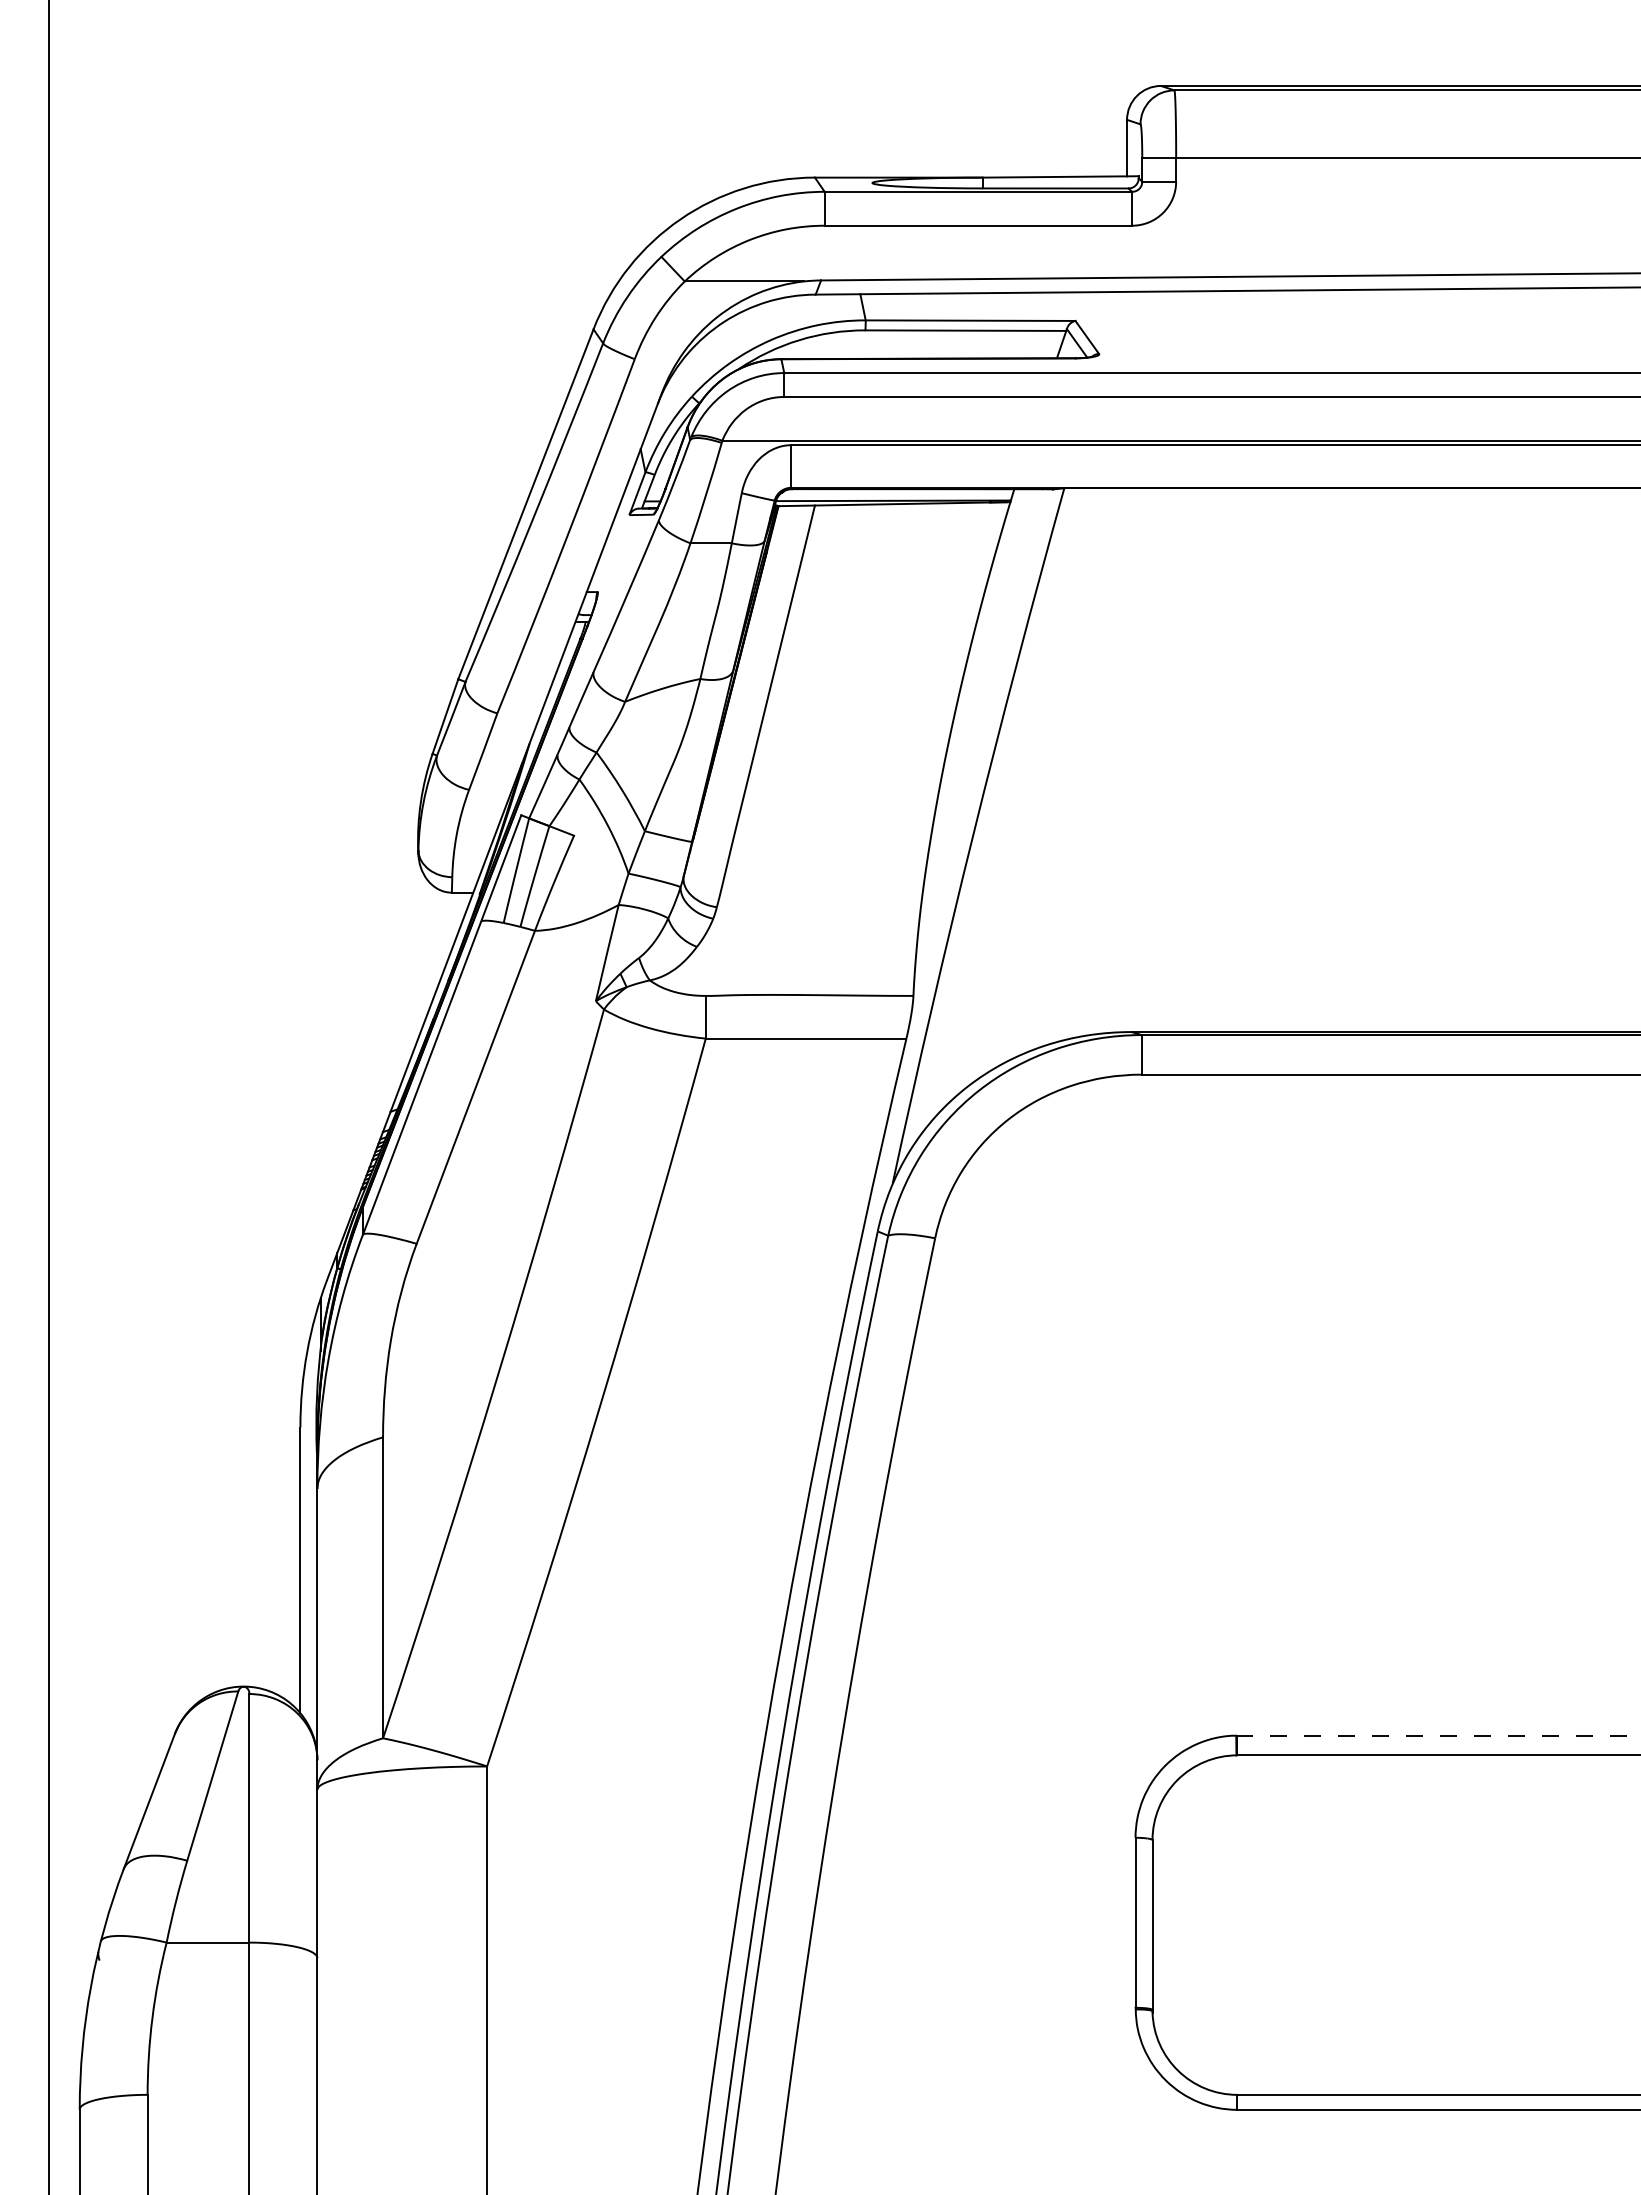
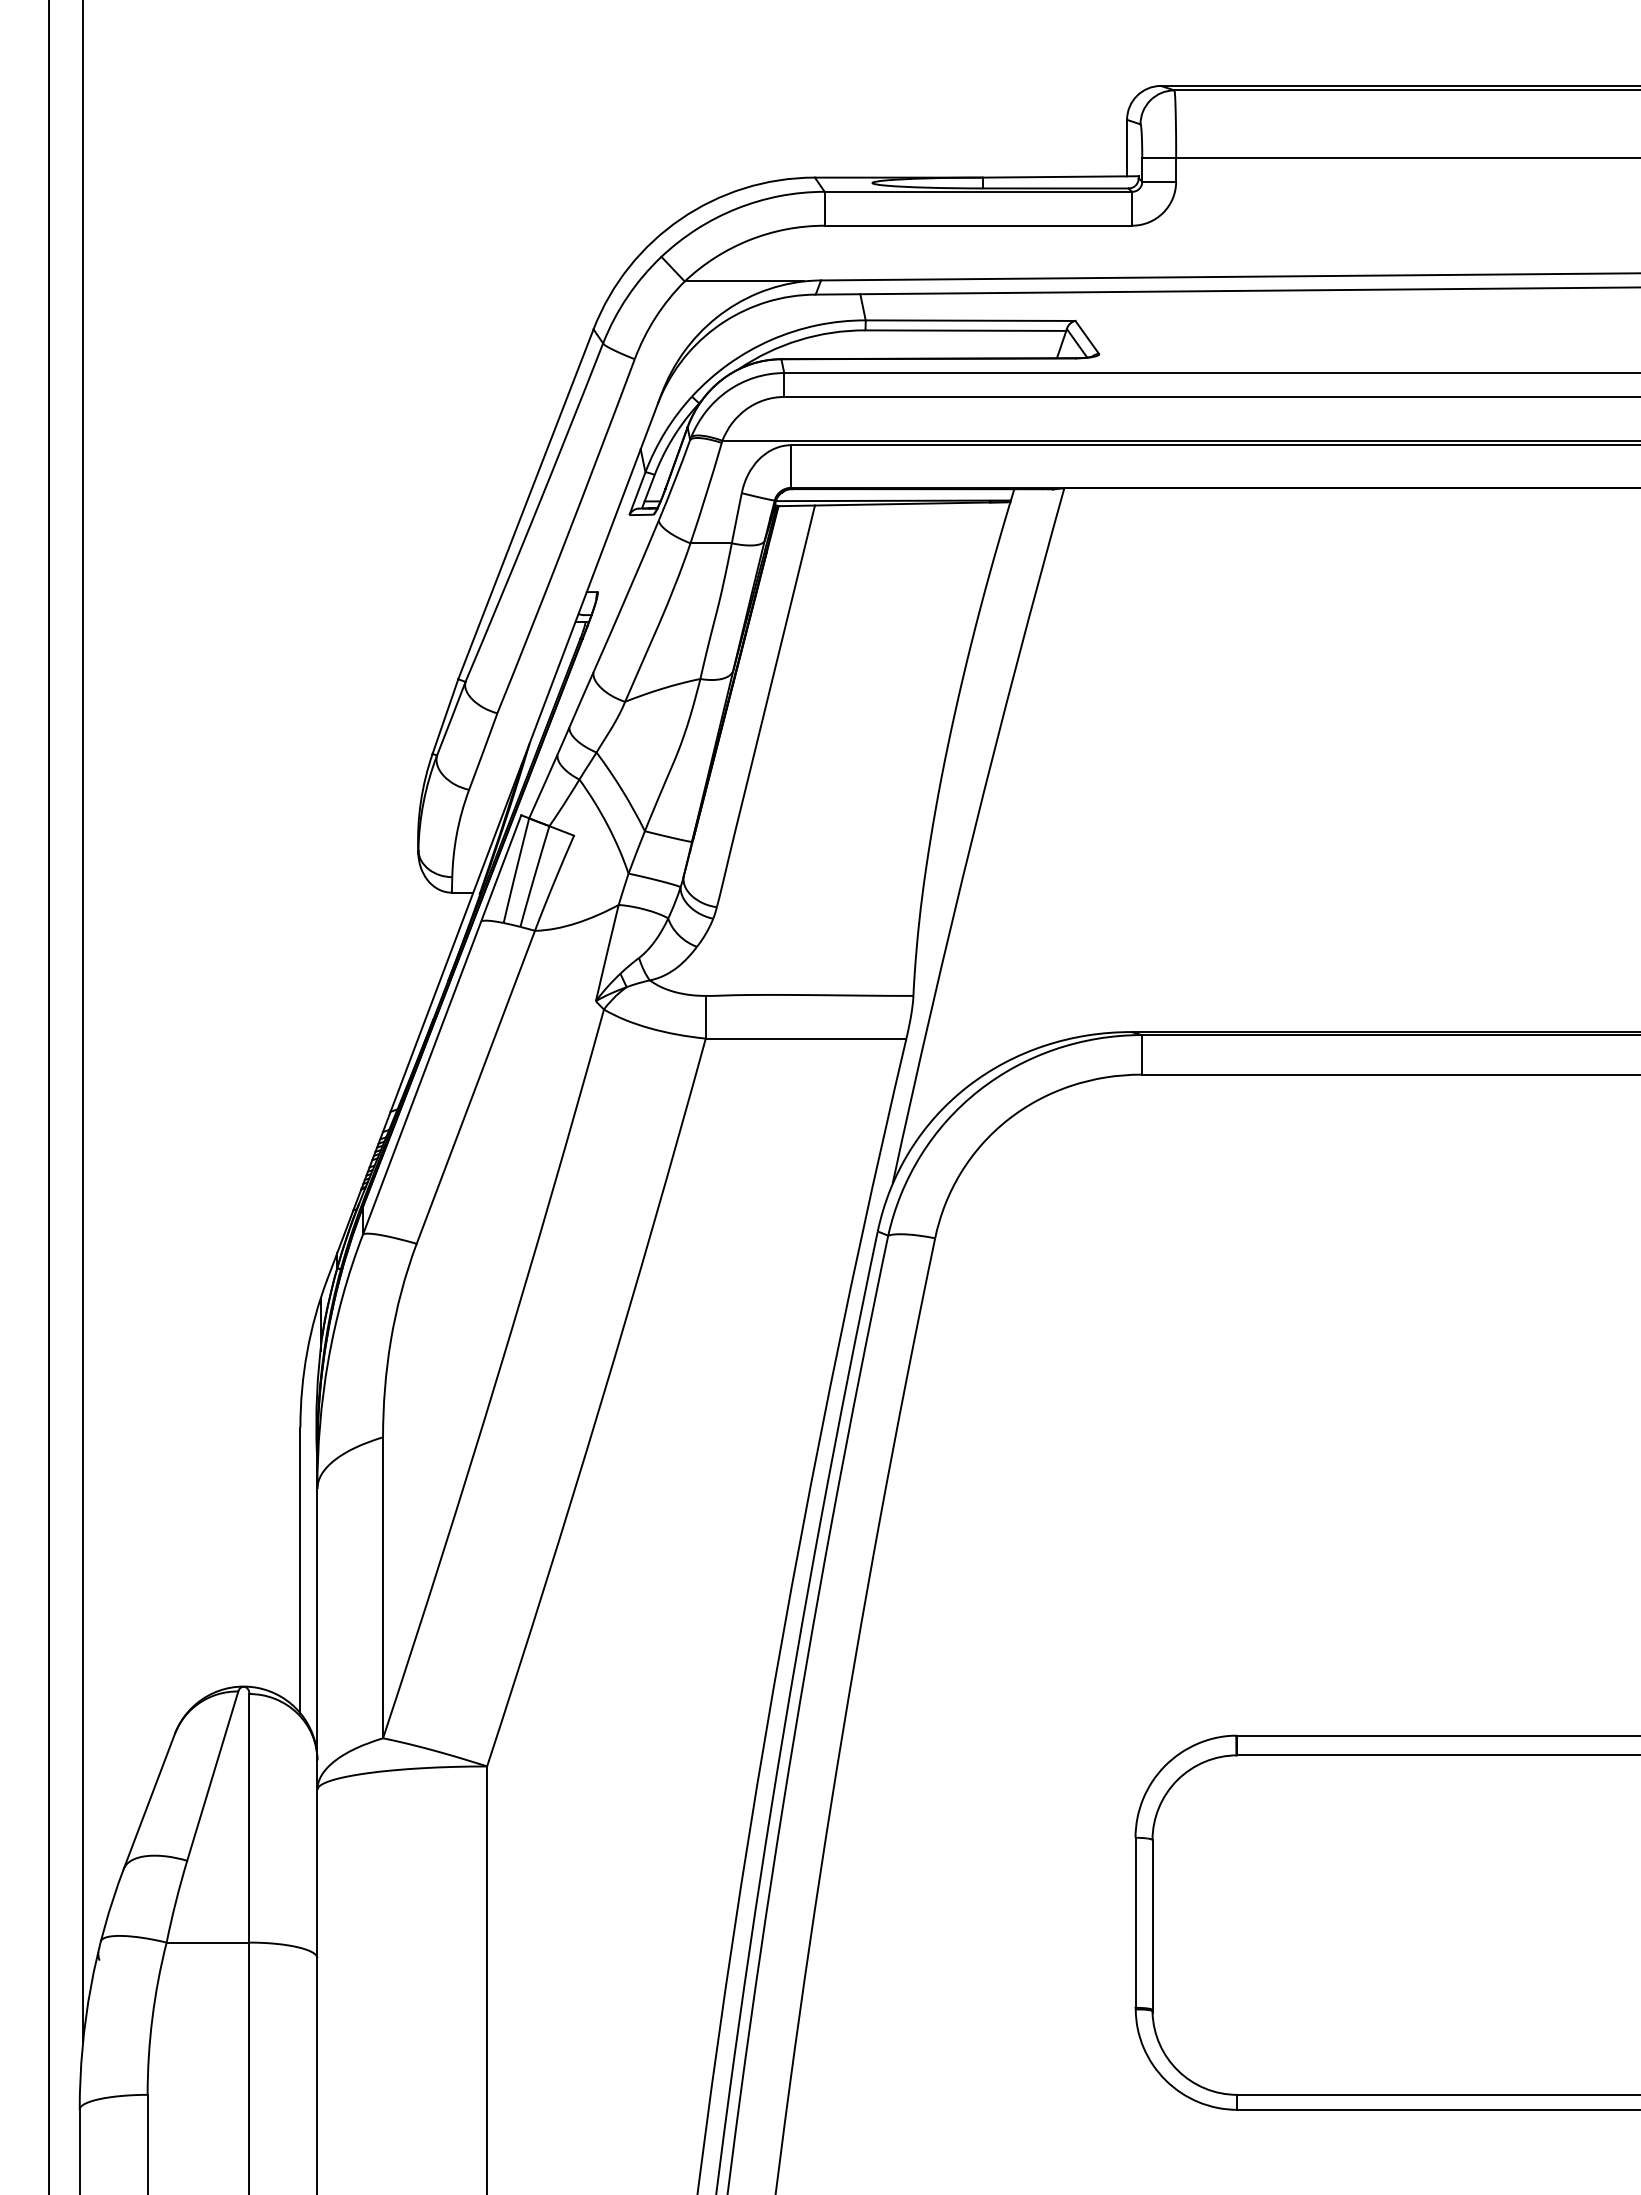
line at (83, 1021): none -> present
line at (1438, 1735): dashed -> solid
